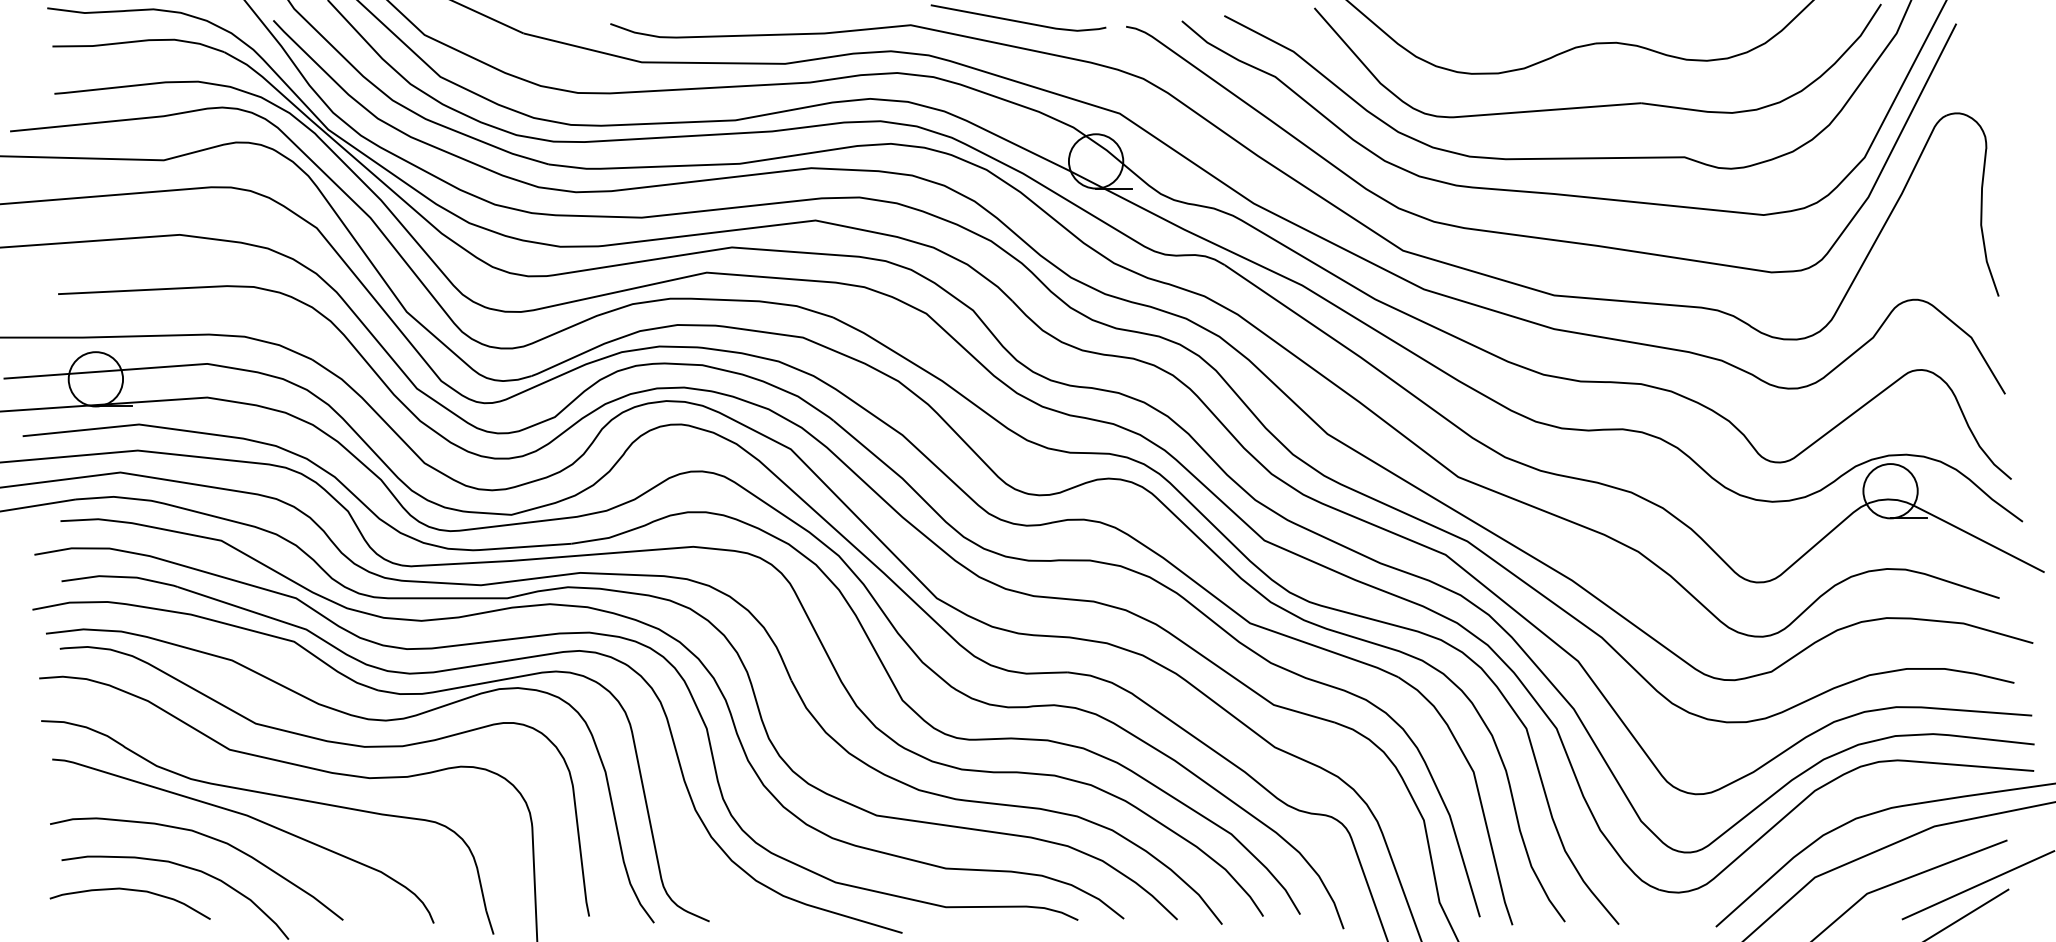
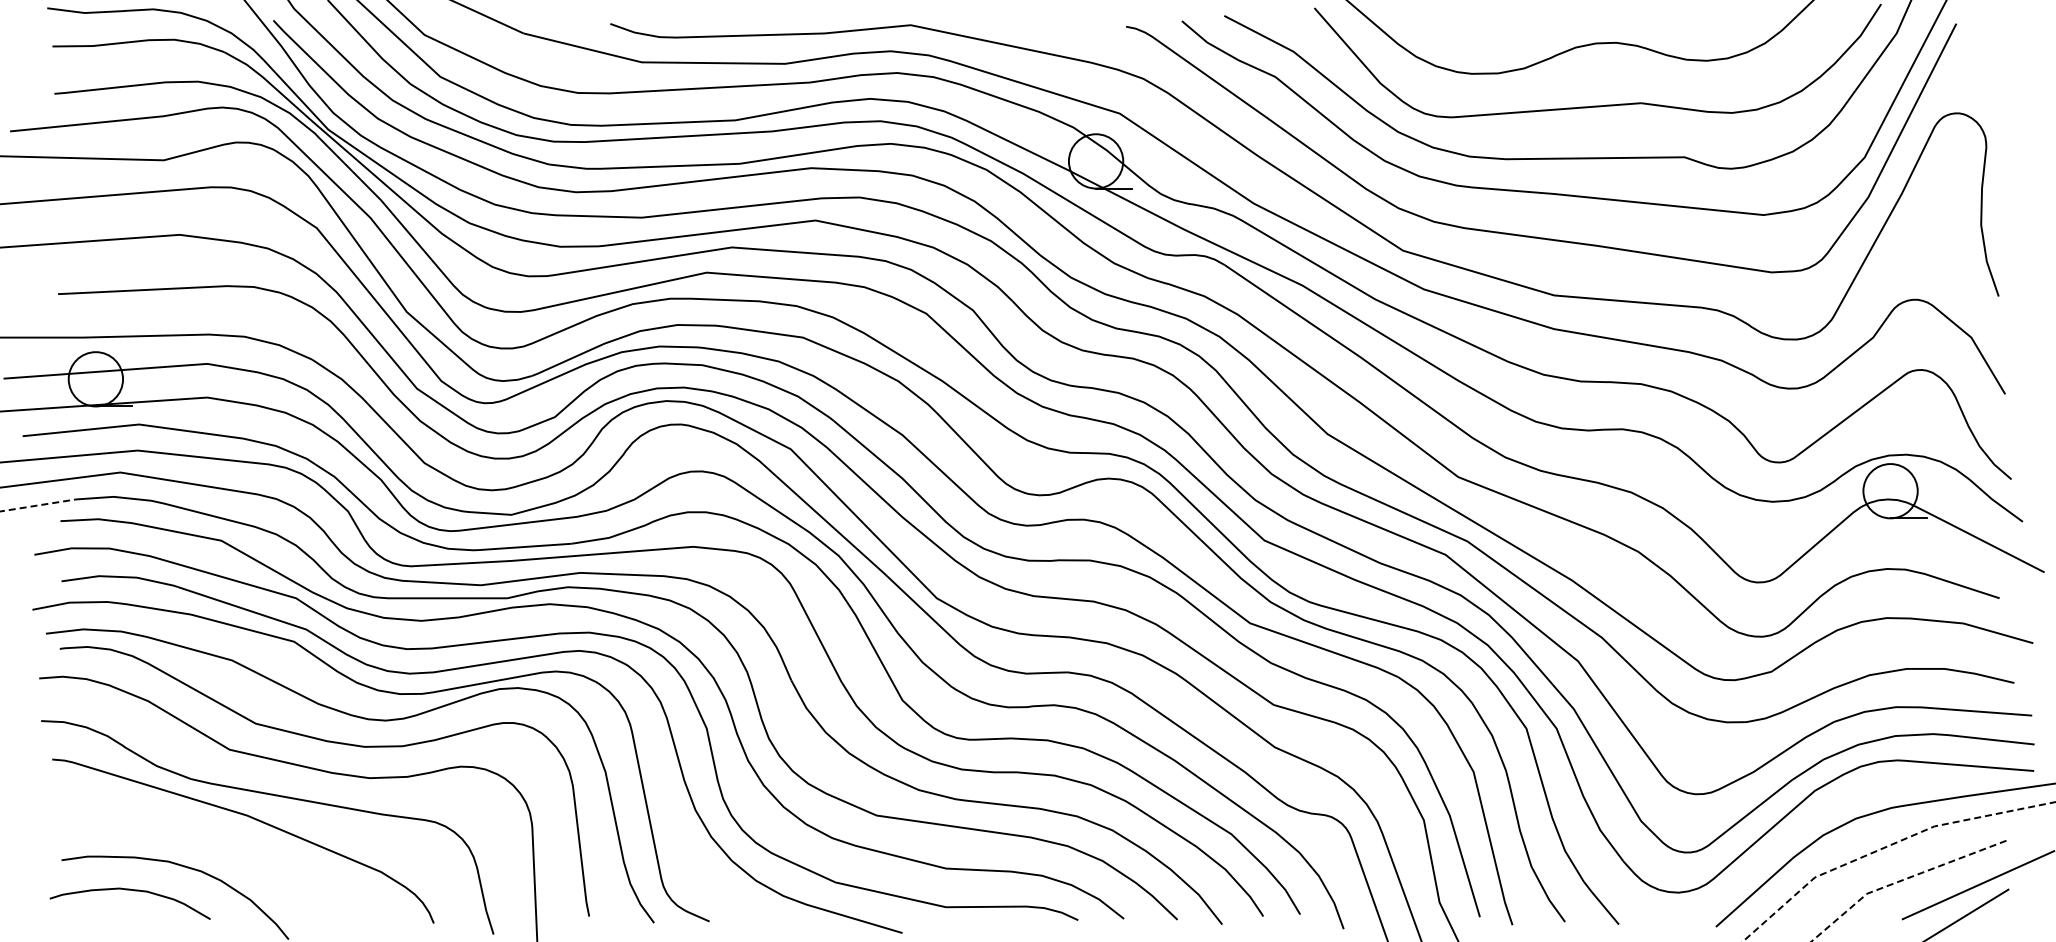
line at (1018, 20): present -> none
line at (38, 505): solid -> dashed
curve at (207, 837): present -> none
line at (1887, 846): solid -> dashed
line at (1902, 880): solid -> dashed
